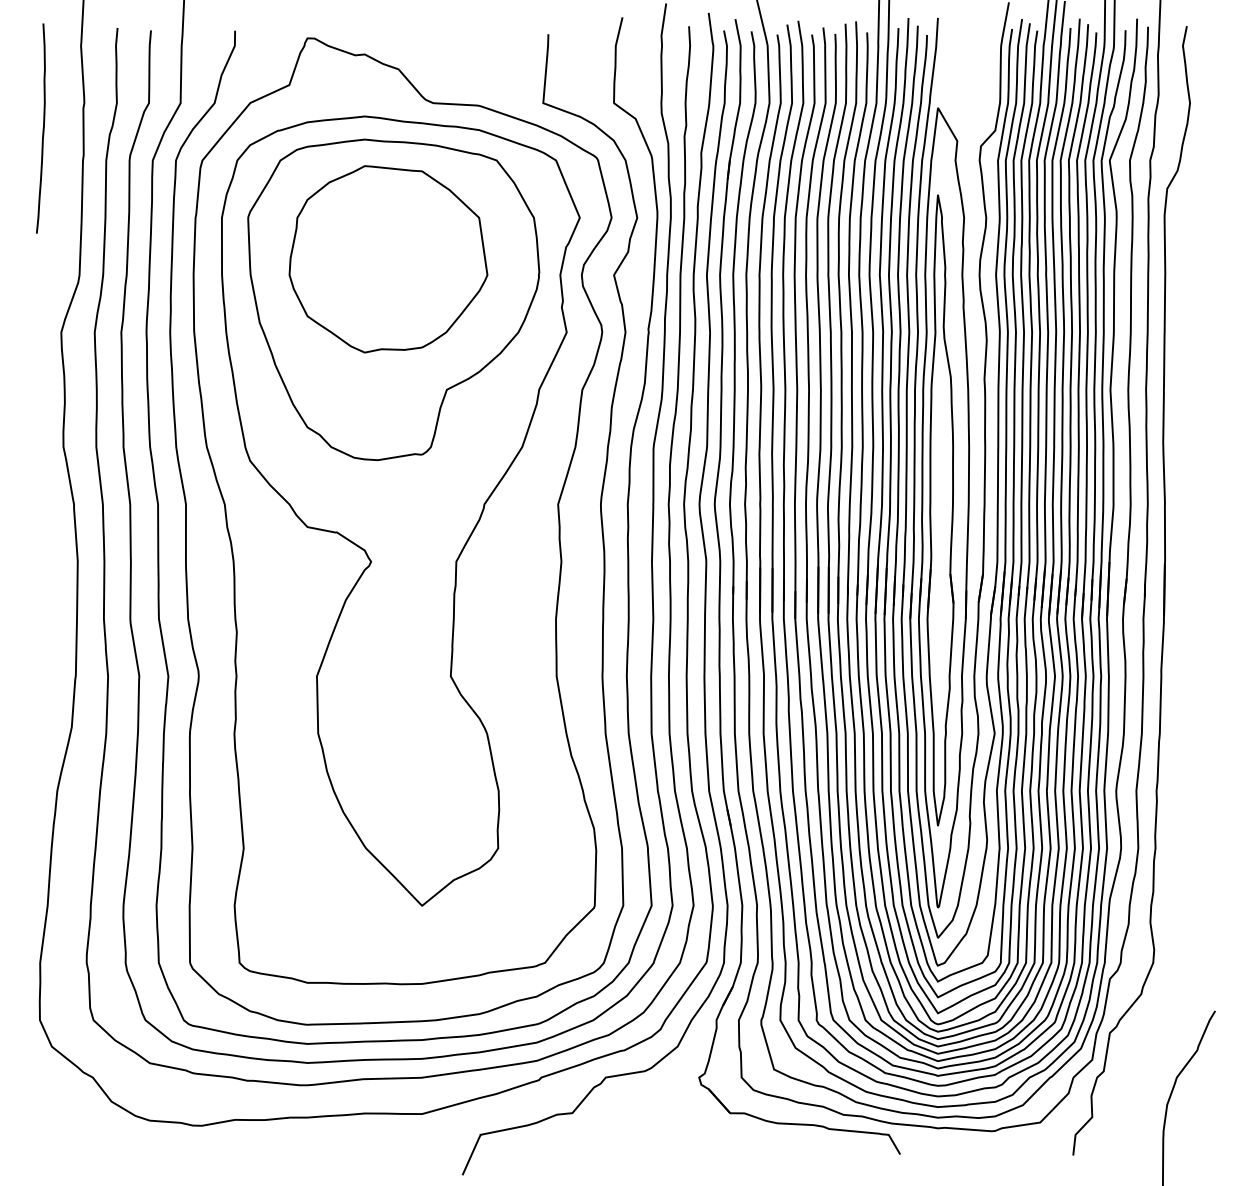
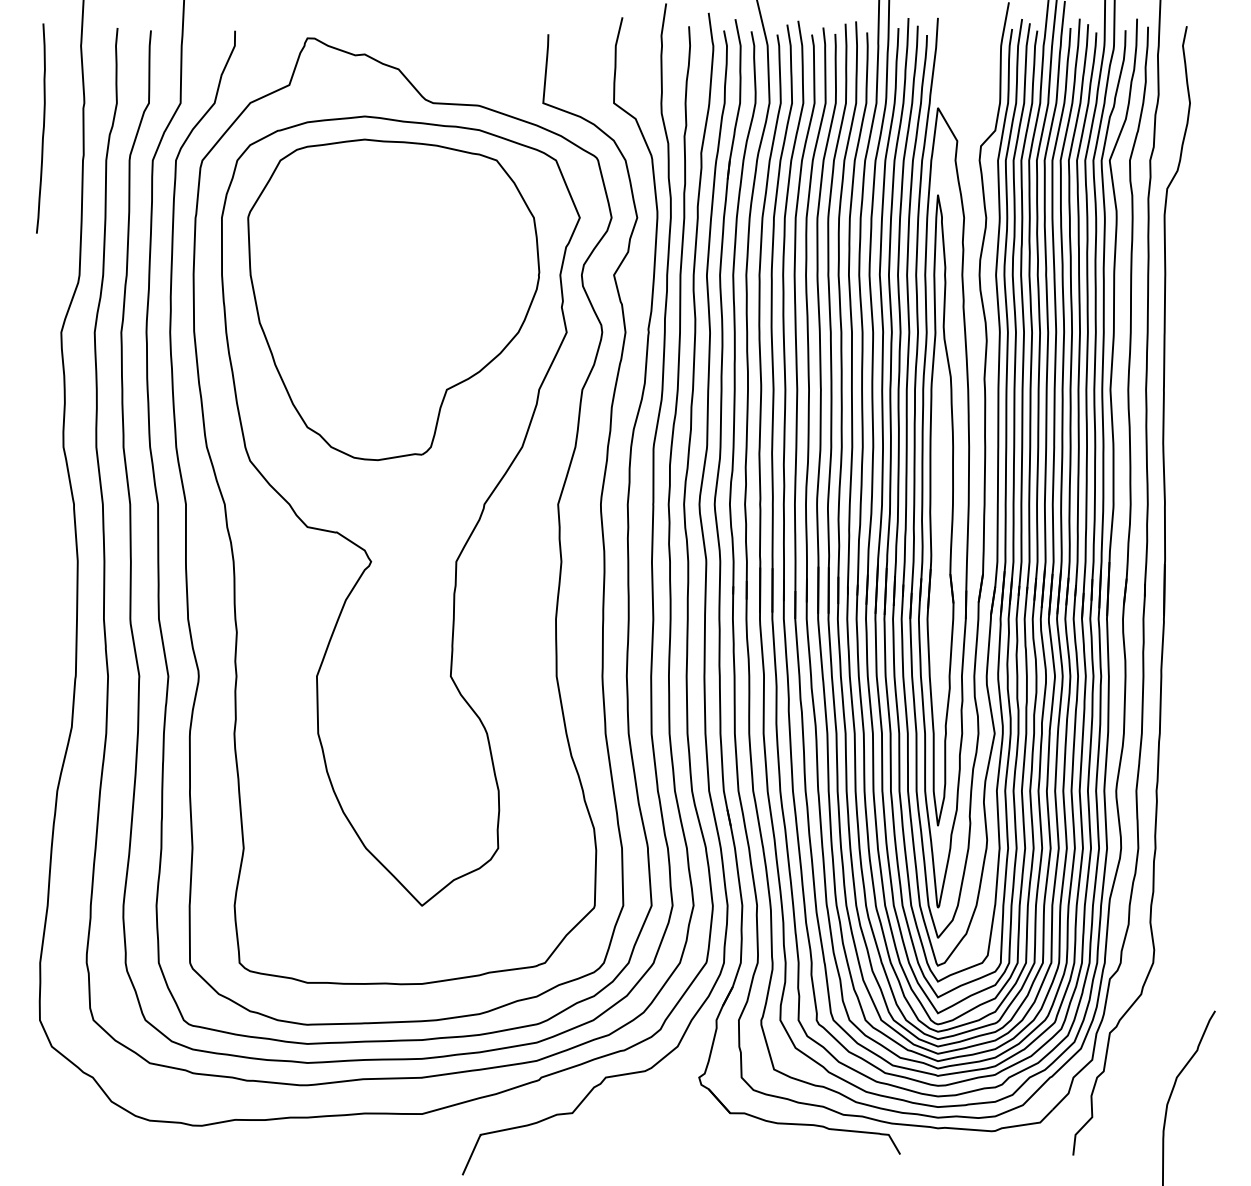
part at (388, 259): present -> none
